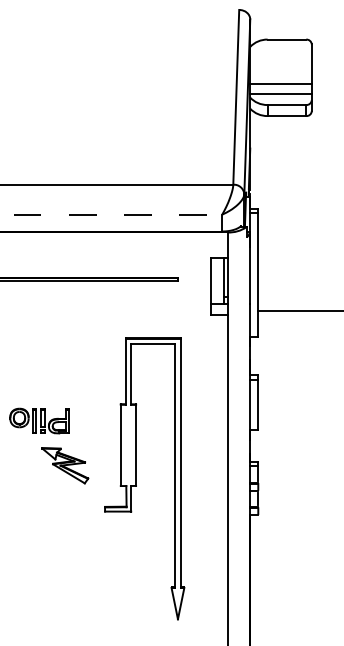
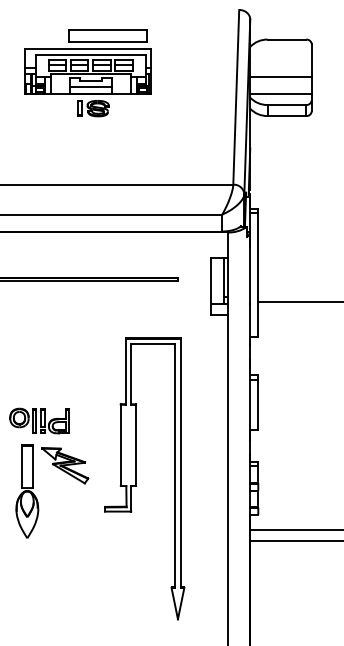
part at (87, 73): none -> present
line at (280, 84) position: (280, 84) -> (280, 77)
line at (111, 214): dashed -> solid
line at (299, 311) position: (299, 311) -> (299, 302)
part at (27, 491): none -> present
line at (295, 530): none -> present
line at (295, 541): none -> present
